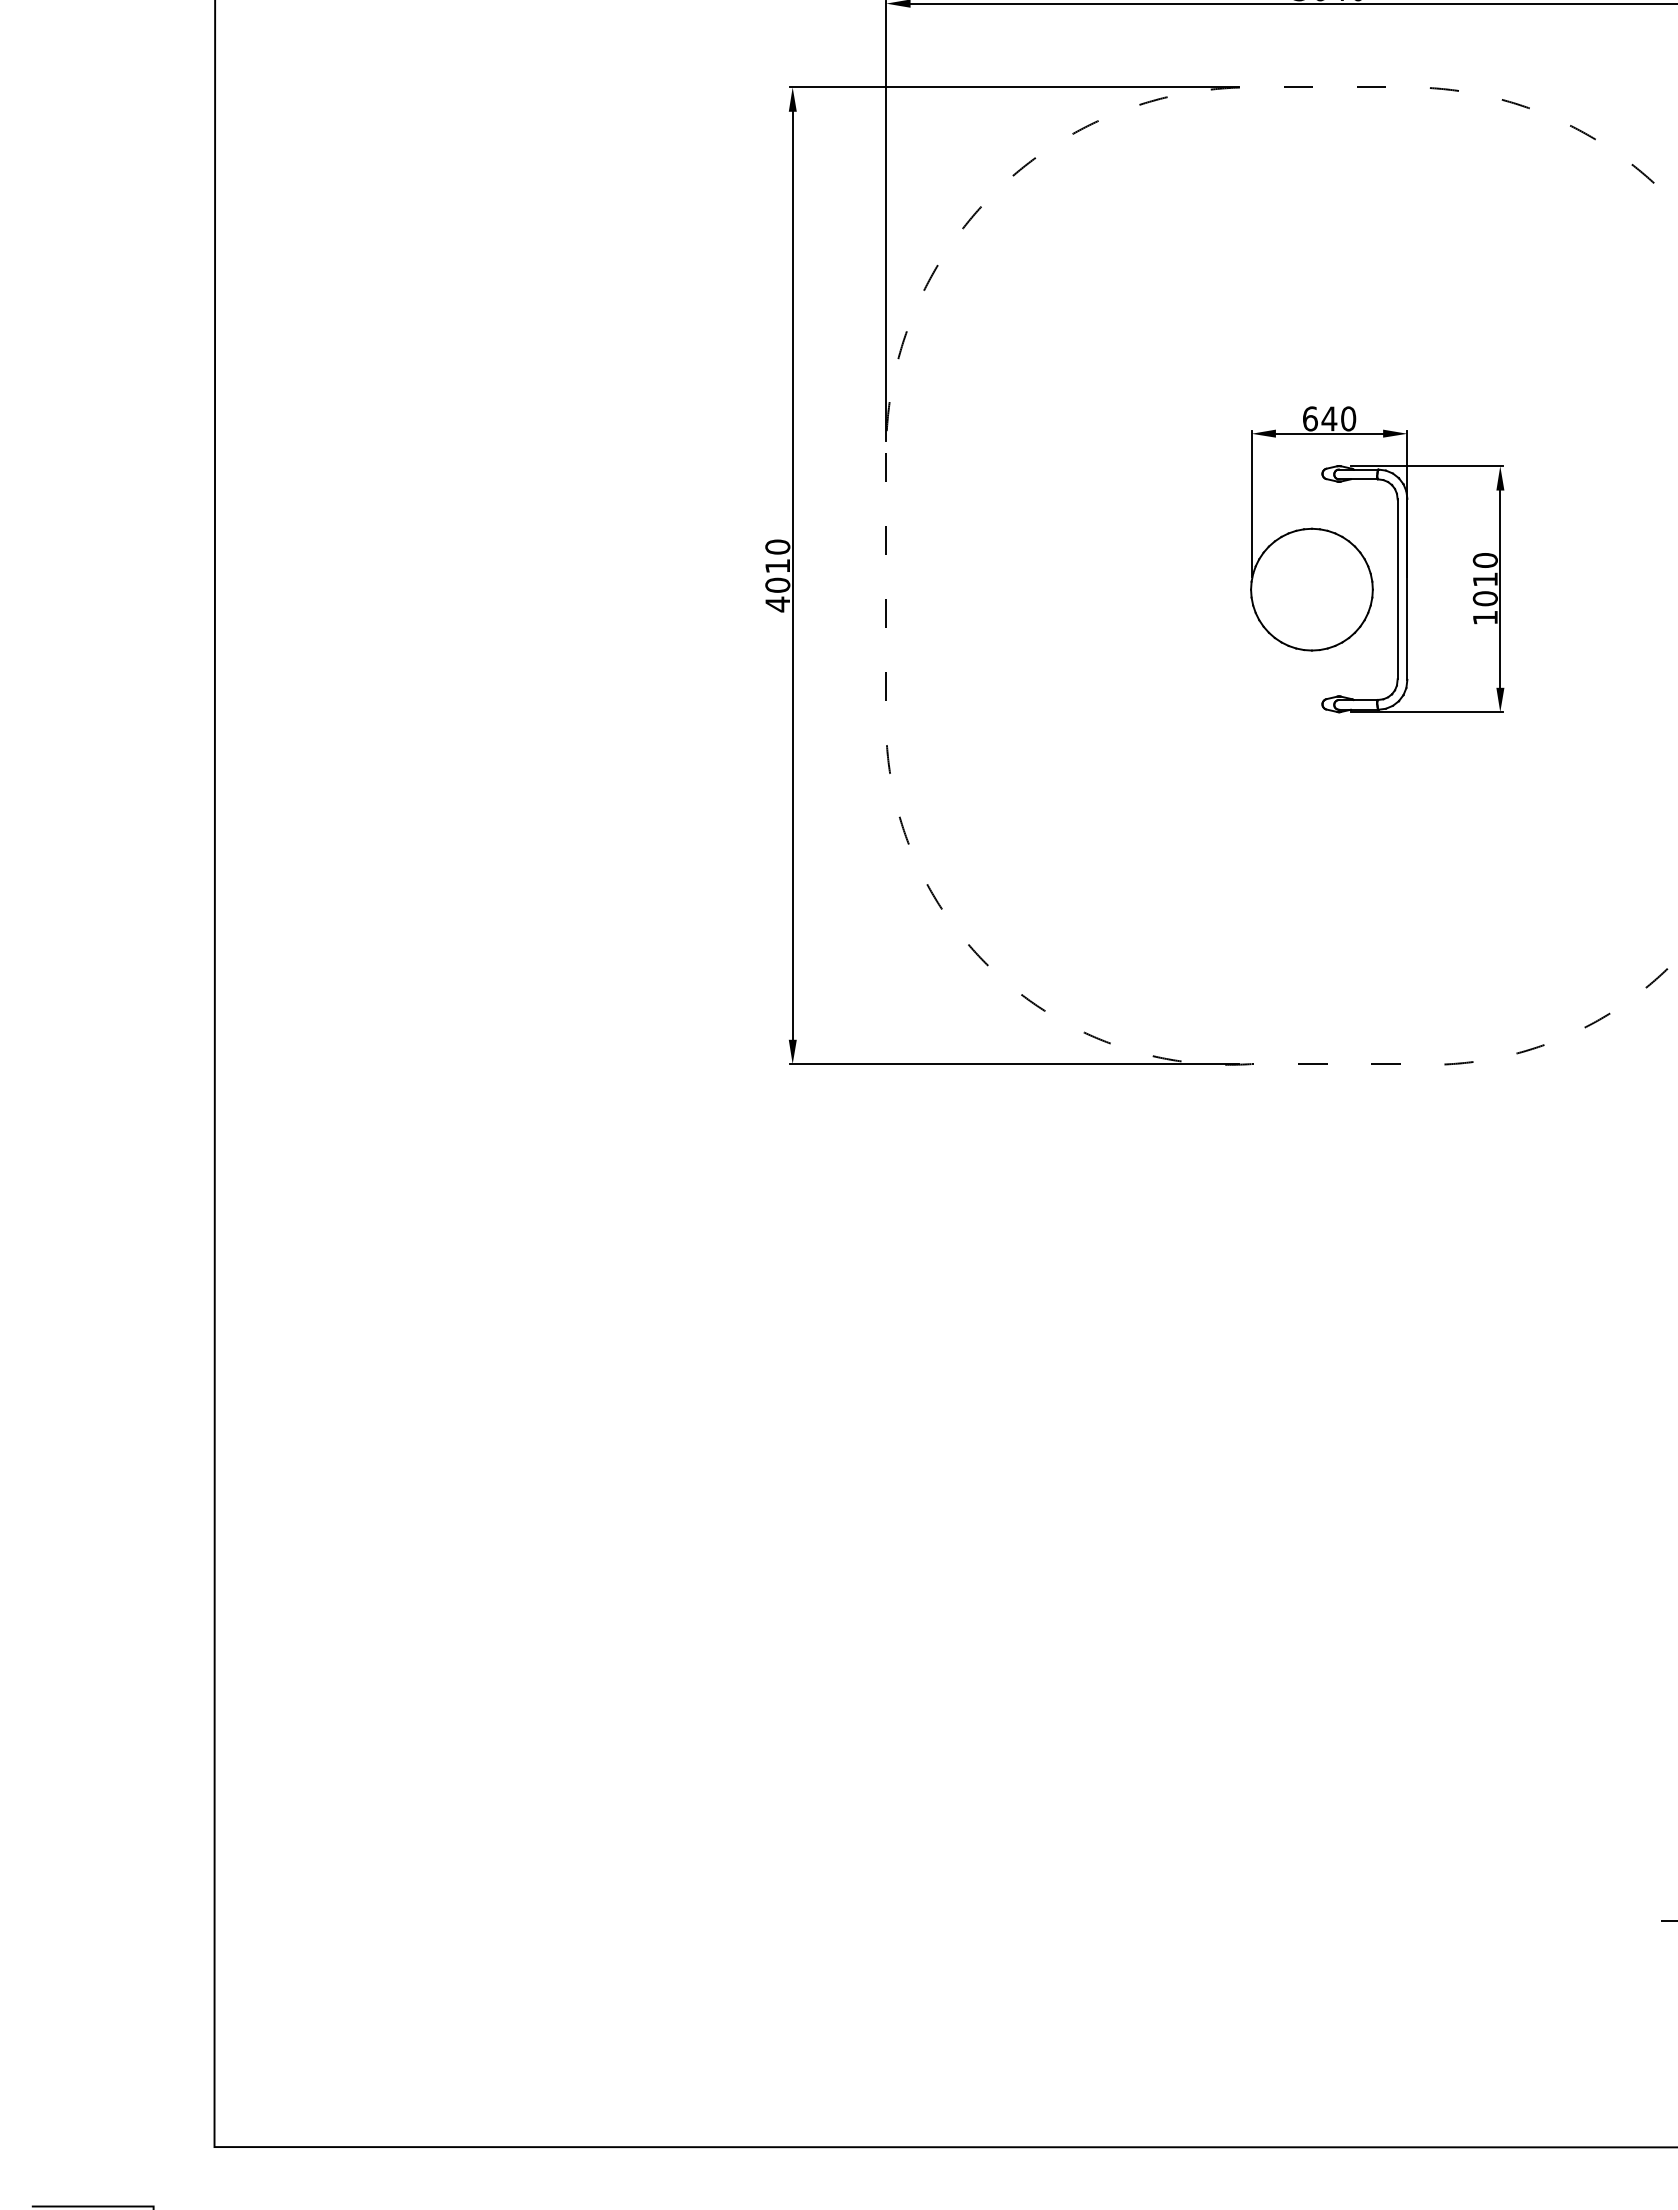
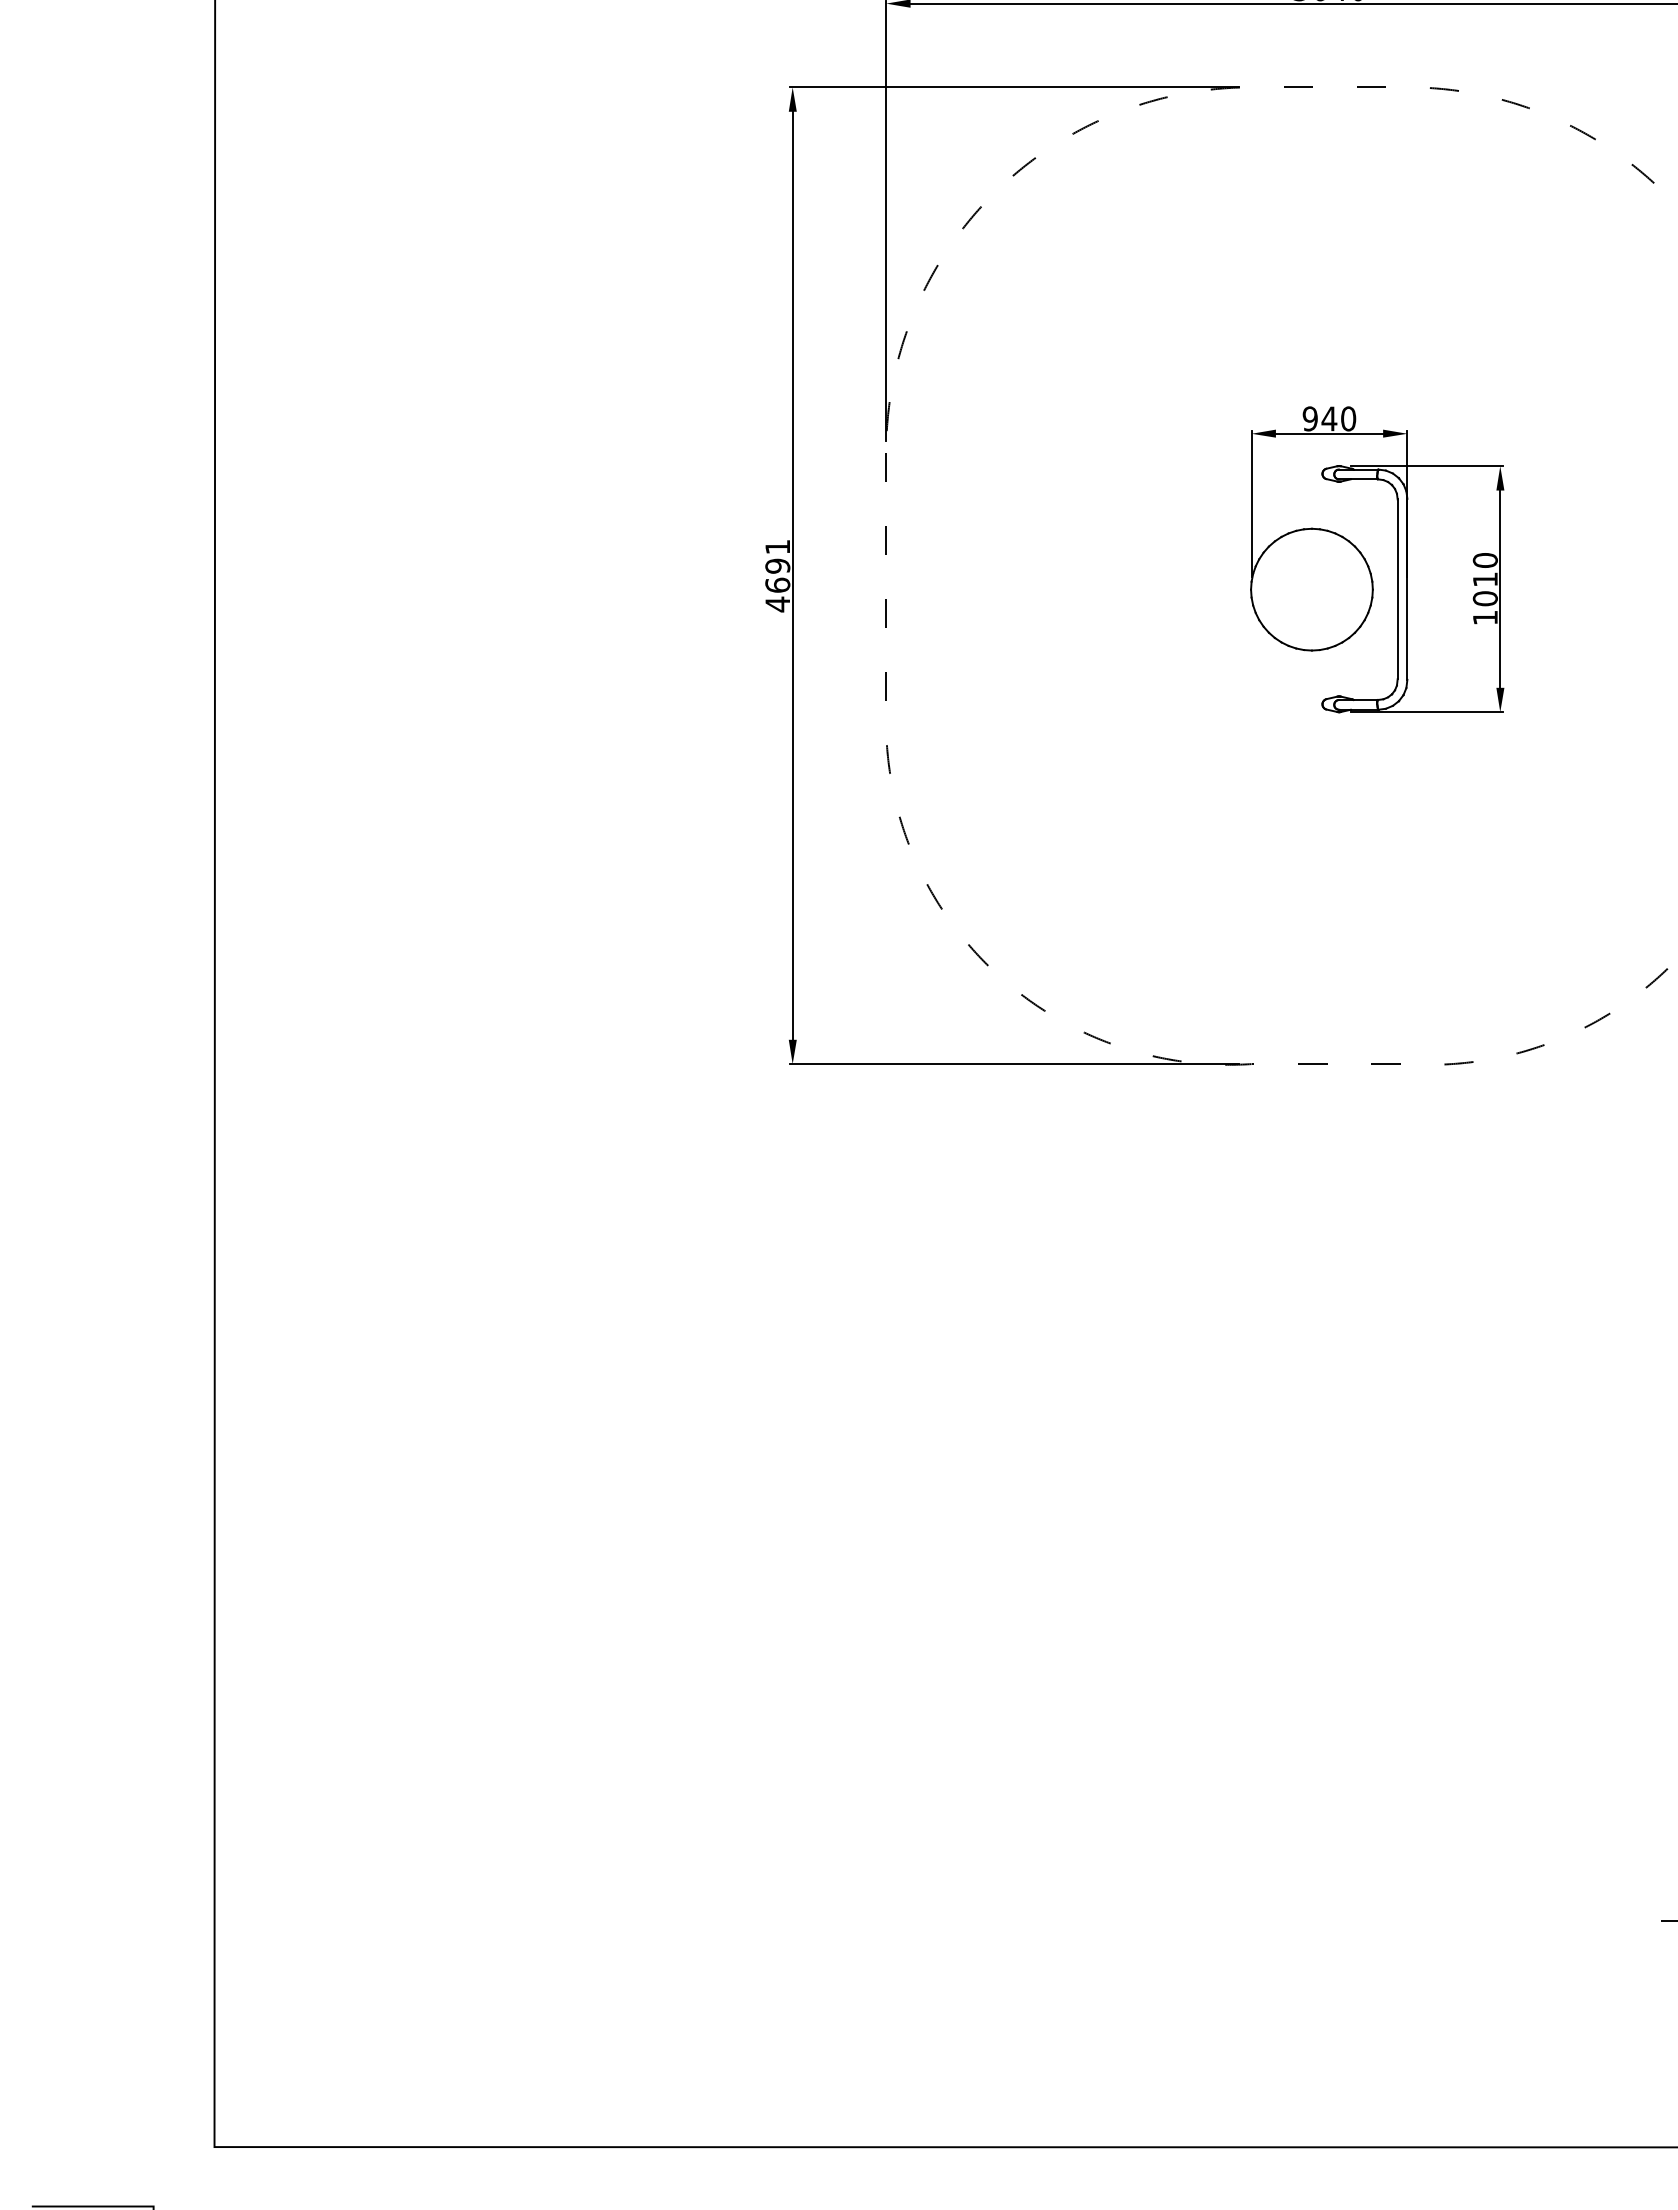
text at (1309, 418): 640 -> 940
text at (777, 565): 4010 -> 4691
